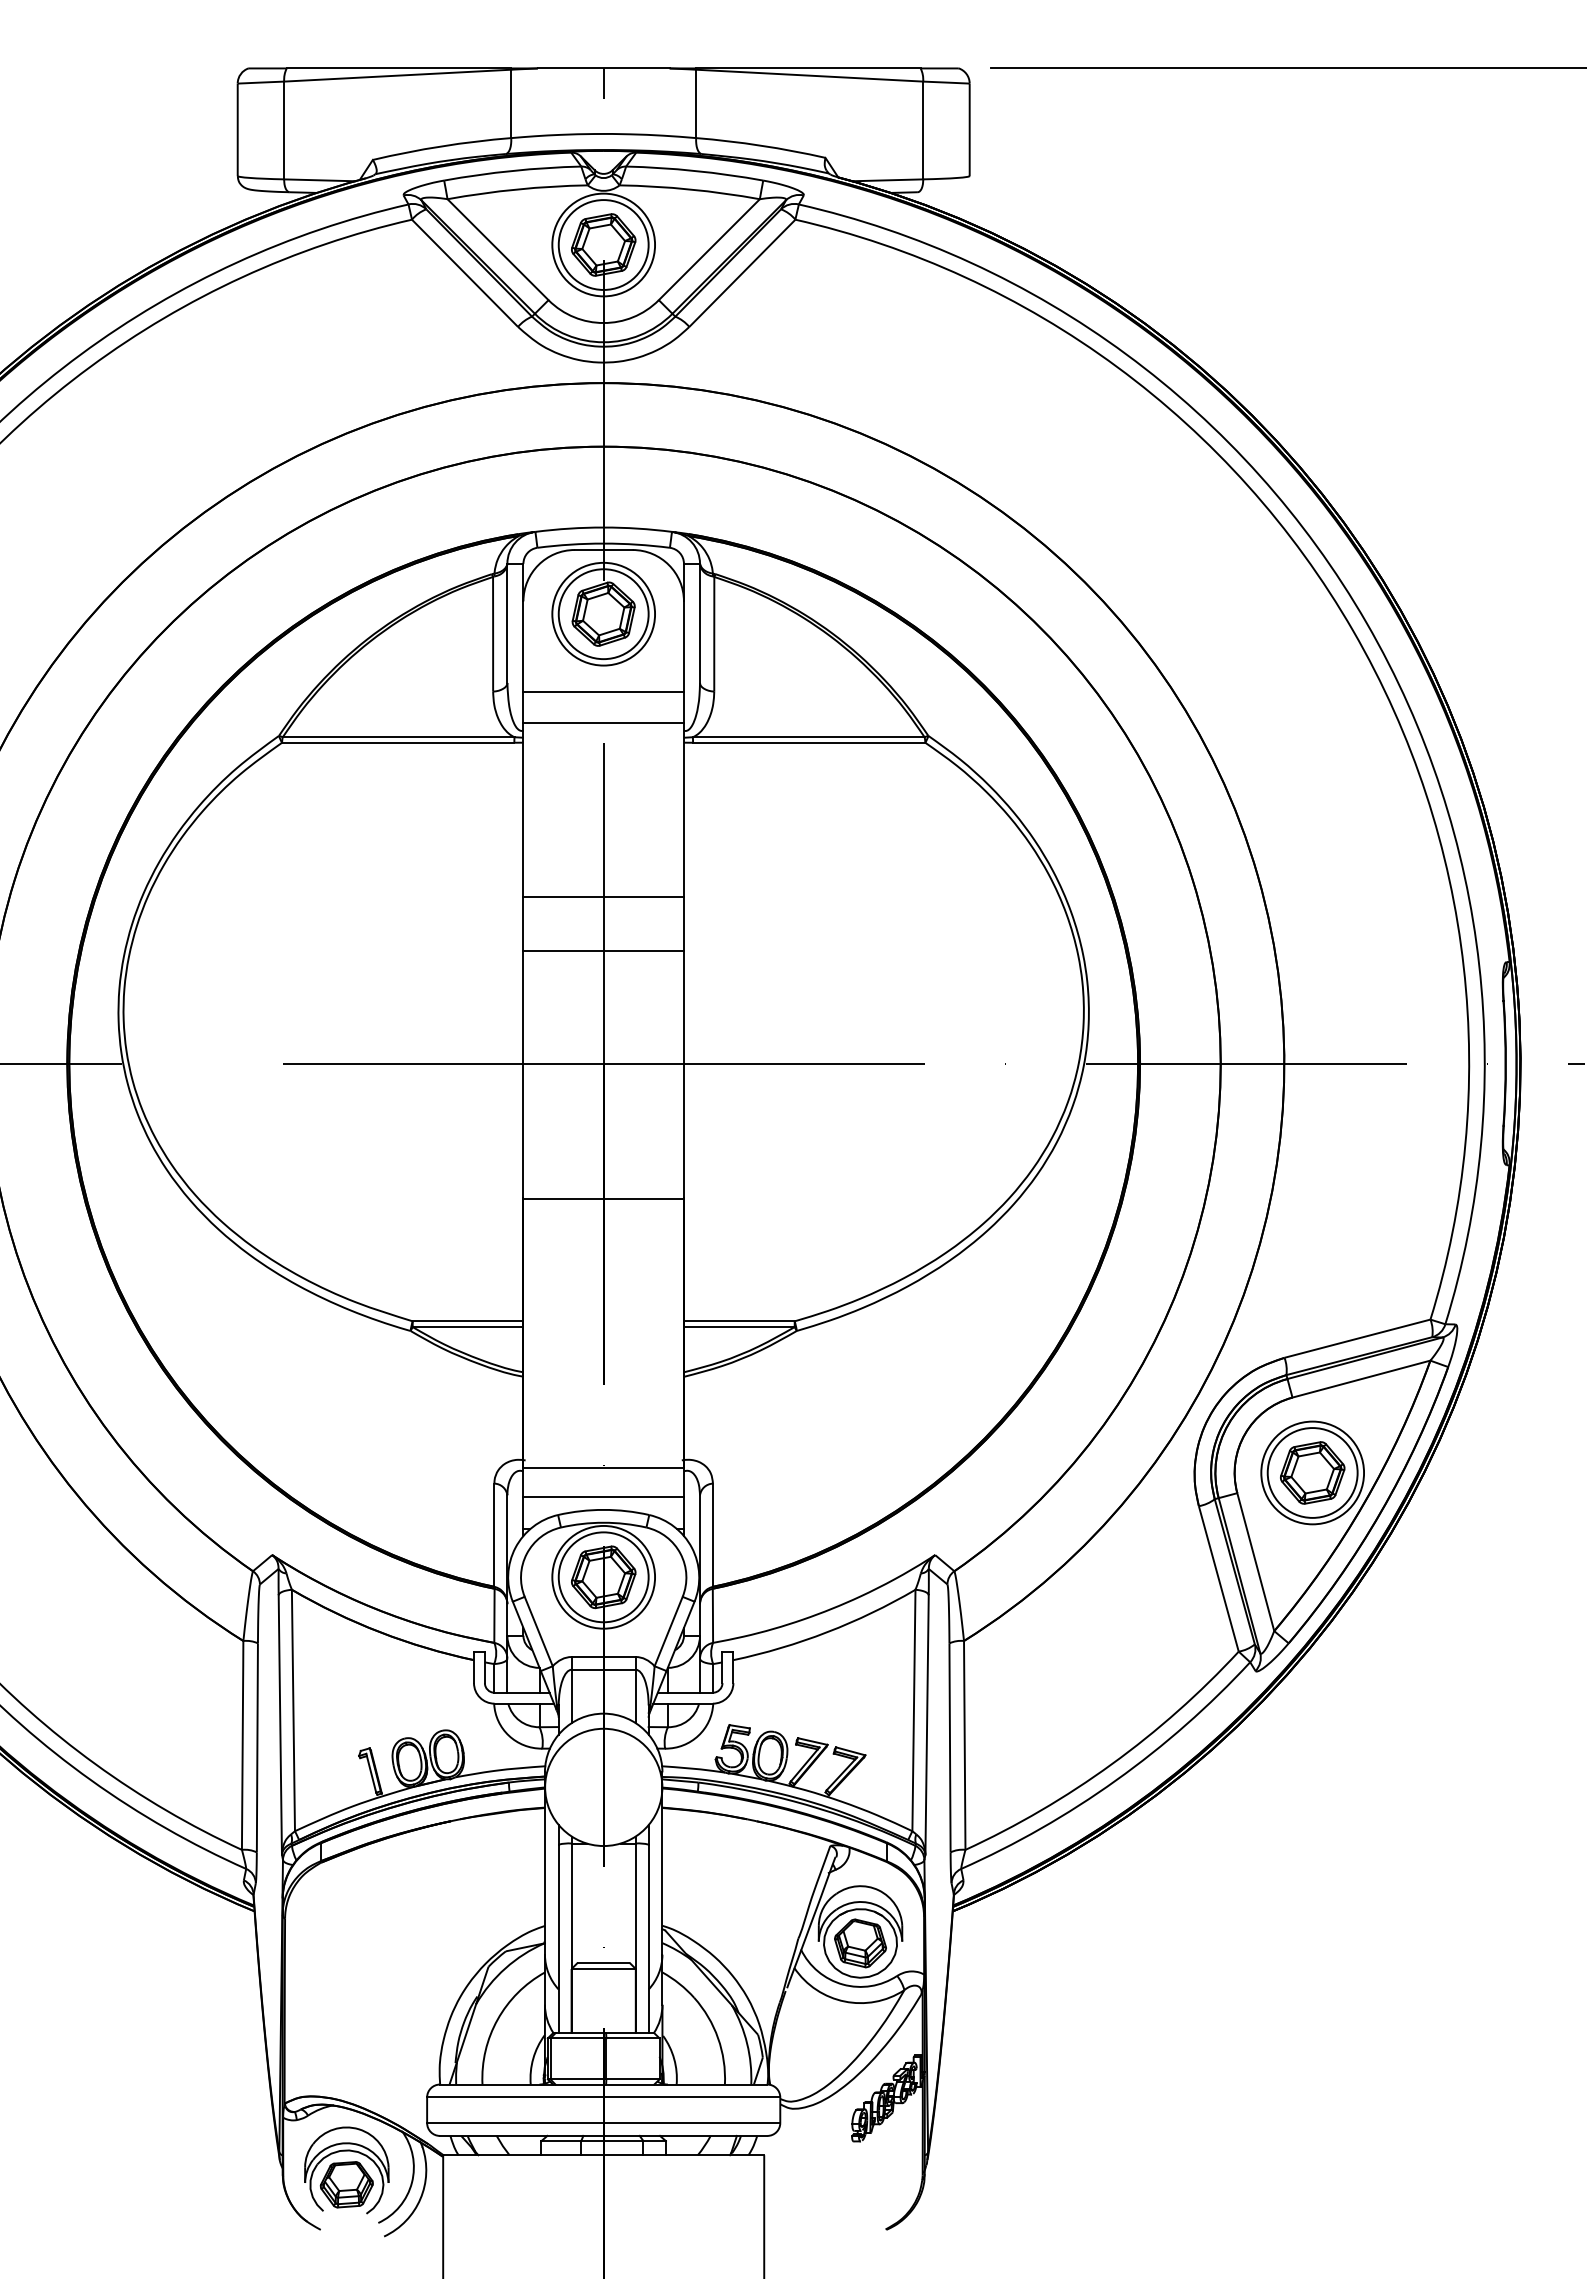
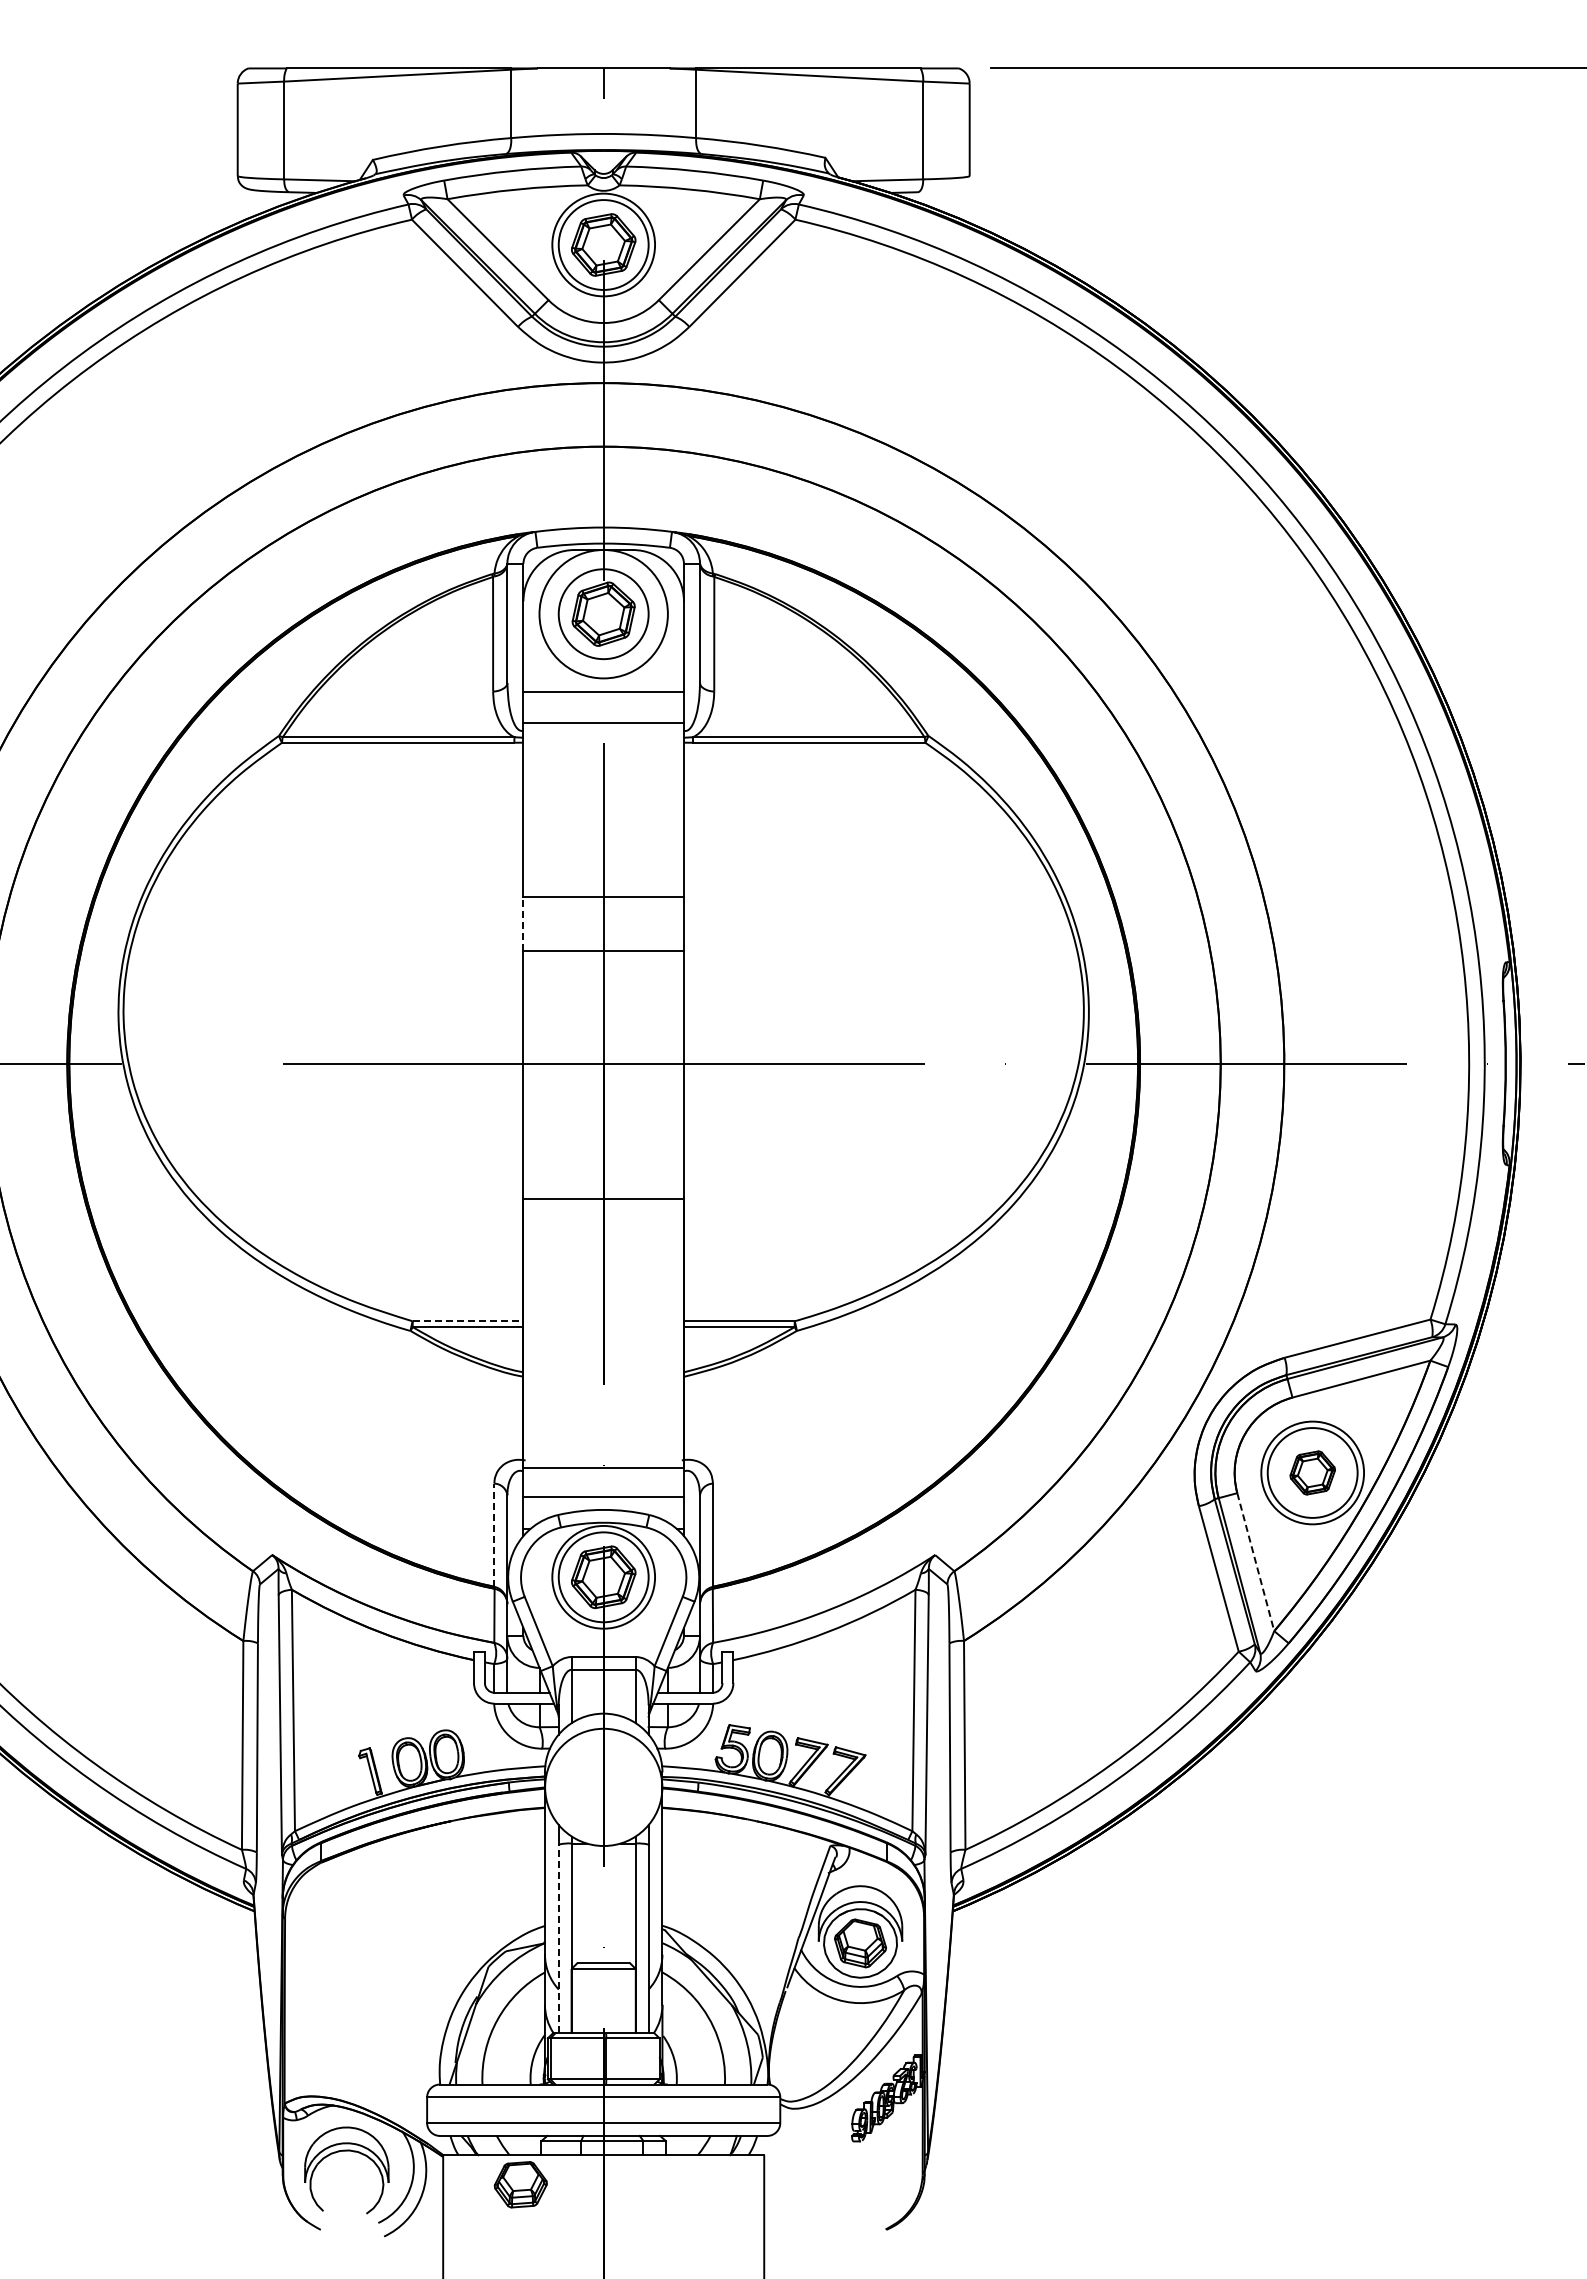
circle at (603, 613) diameter: 103 px -> 128 px
line at (523, 923): solid -> dashed
line at (468, 1321): solid -> dashed
part at (1312, 1472) size: 66x64 px -> 47x46 px
line at (494, 1535): solid -> dashed
line at (1255, 1562): solid -> dashed
line at (558, 1938): solid -> dashed
part at (346, 2184) position: (346, 2184) -> (520, 2184)
